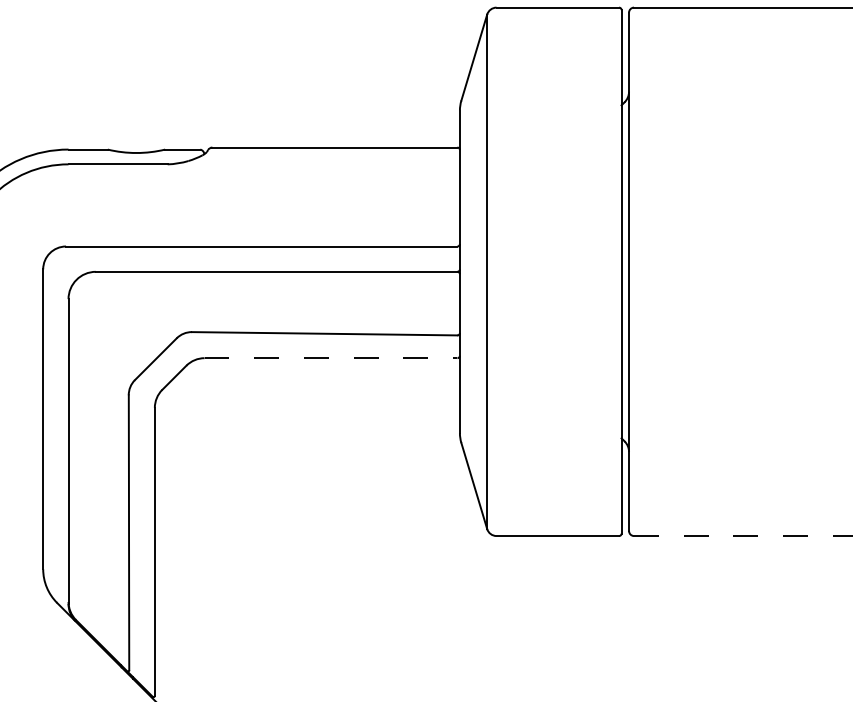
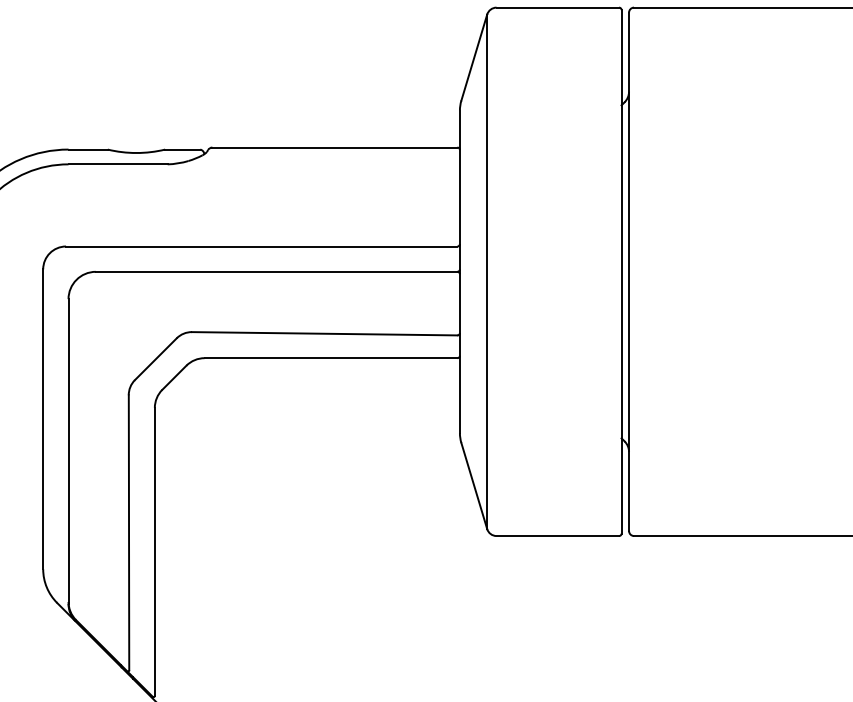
line at (331, 358): dashed -> solid
line at (743, 536): dashed -> solid
